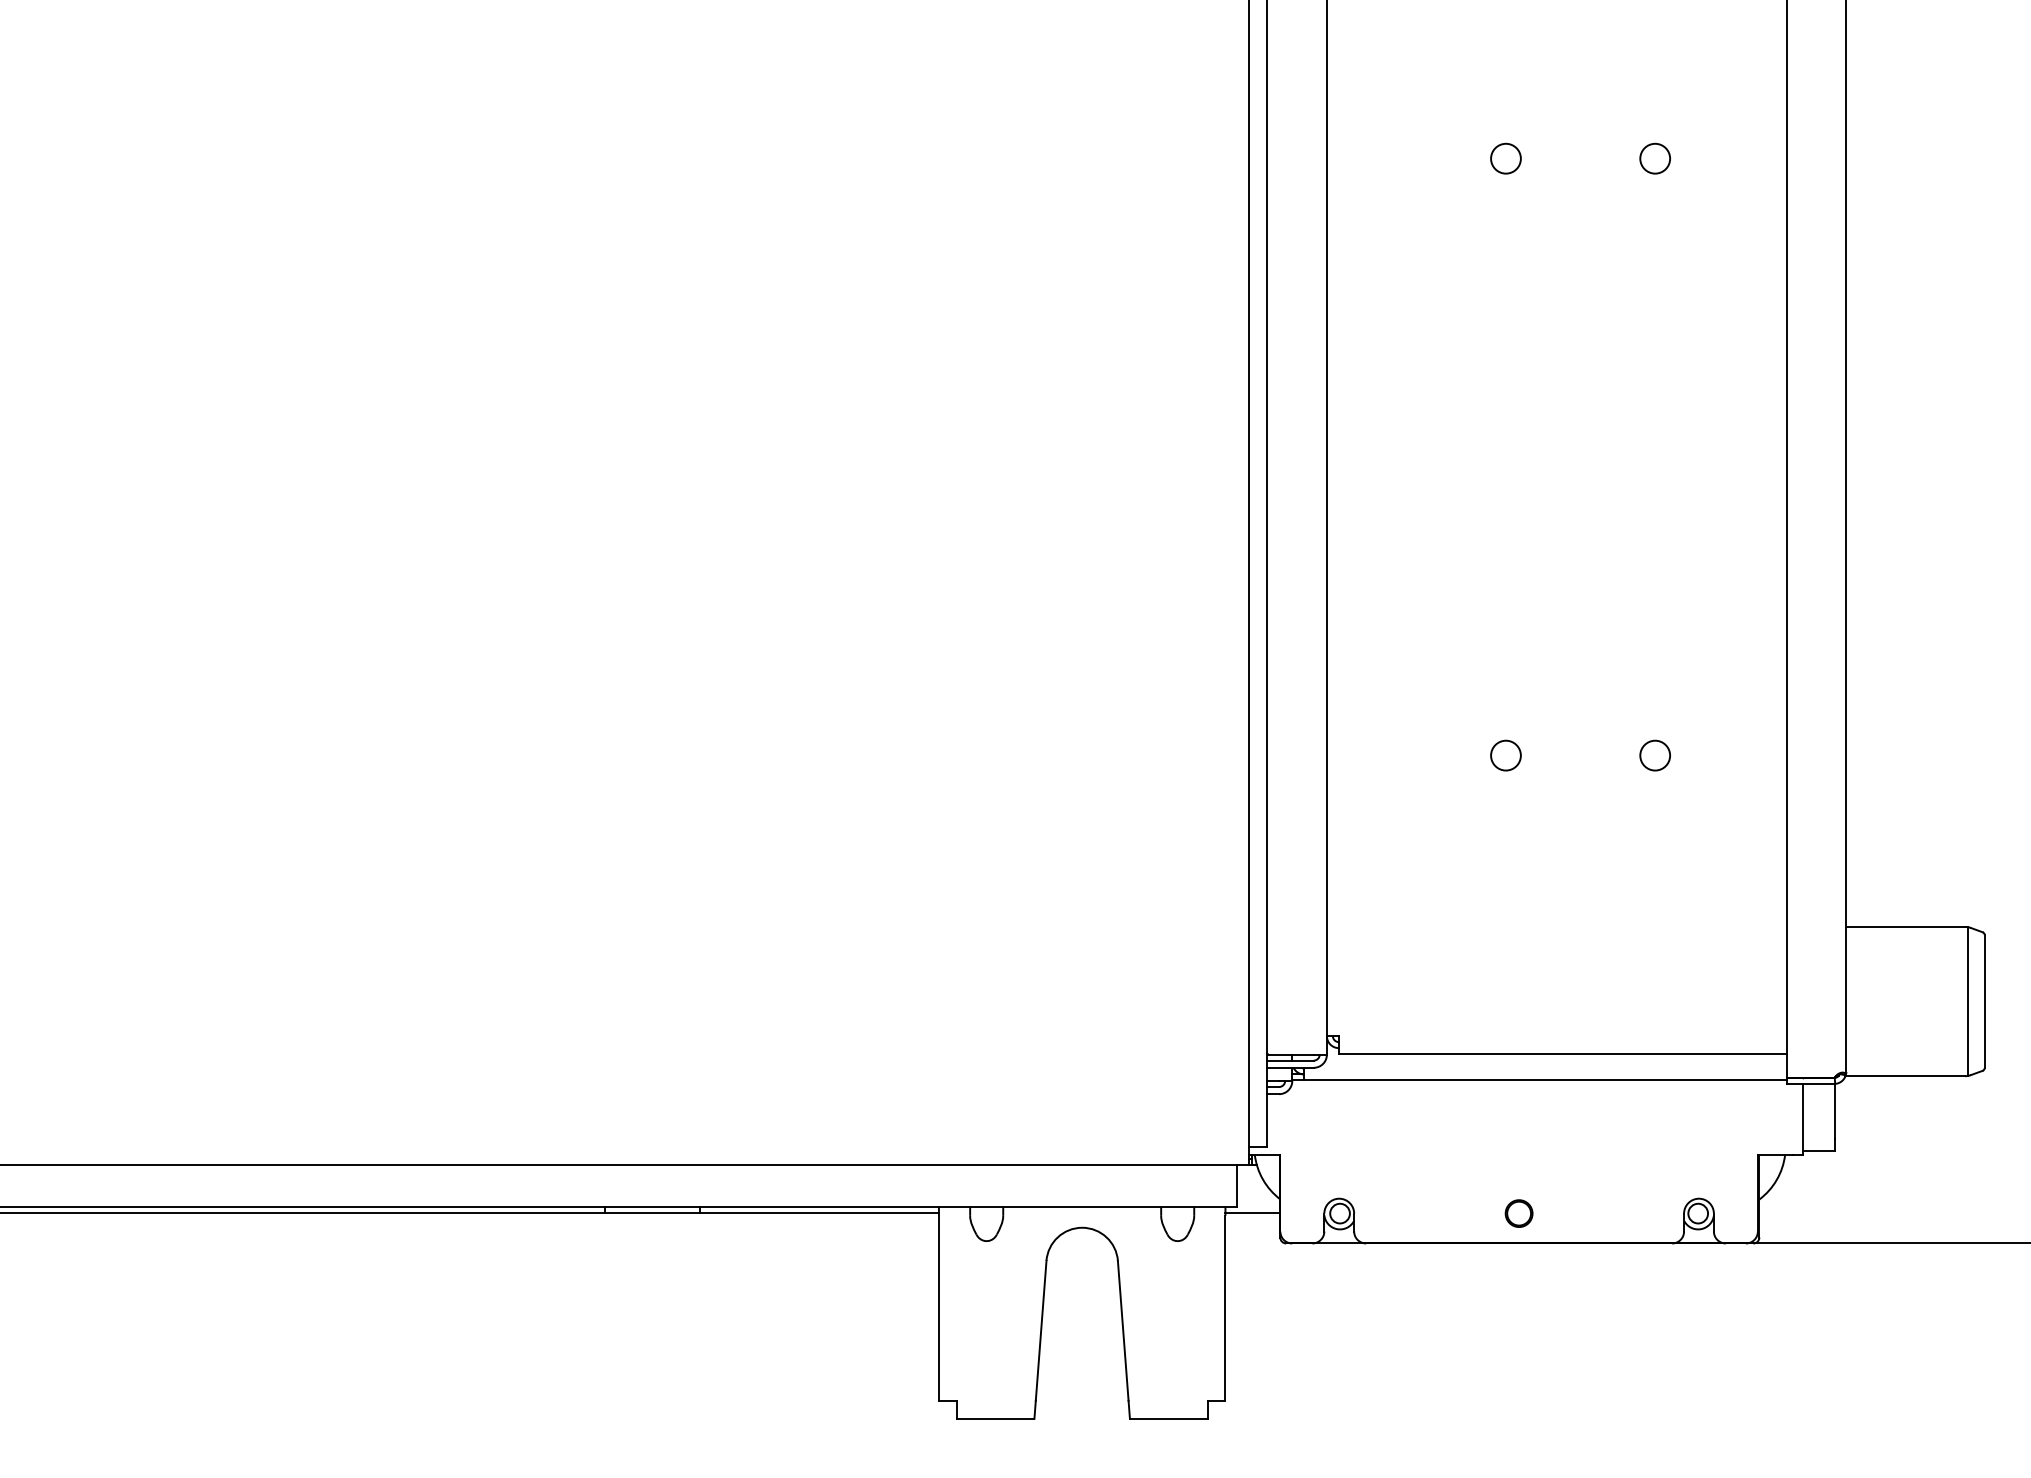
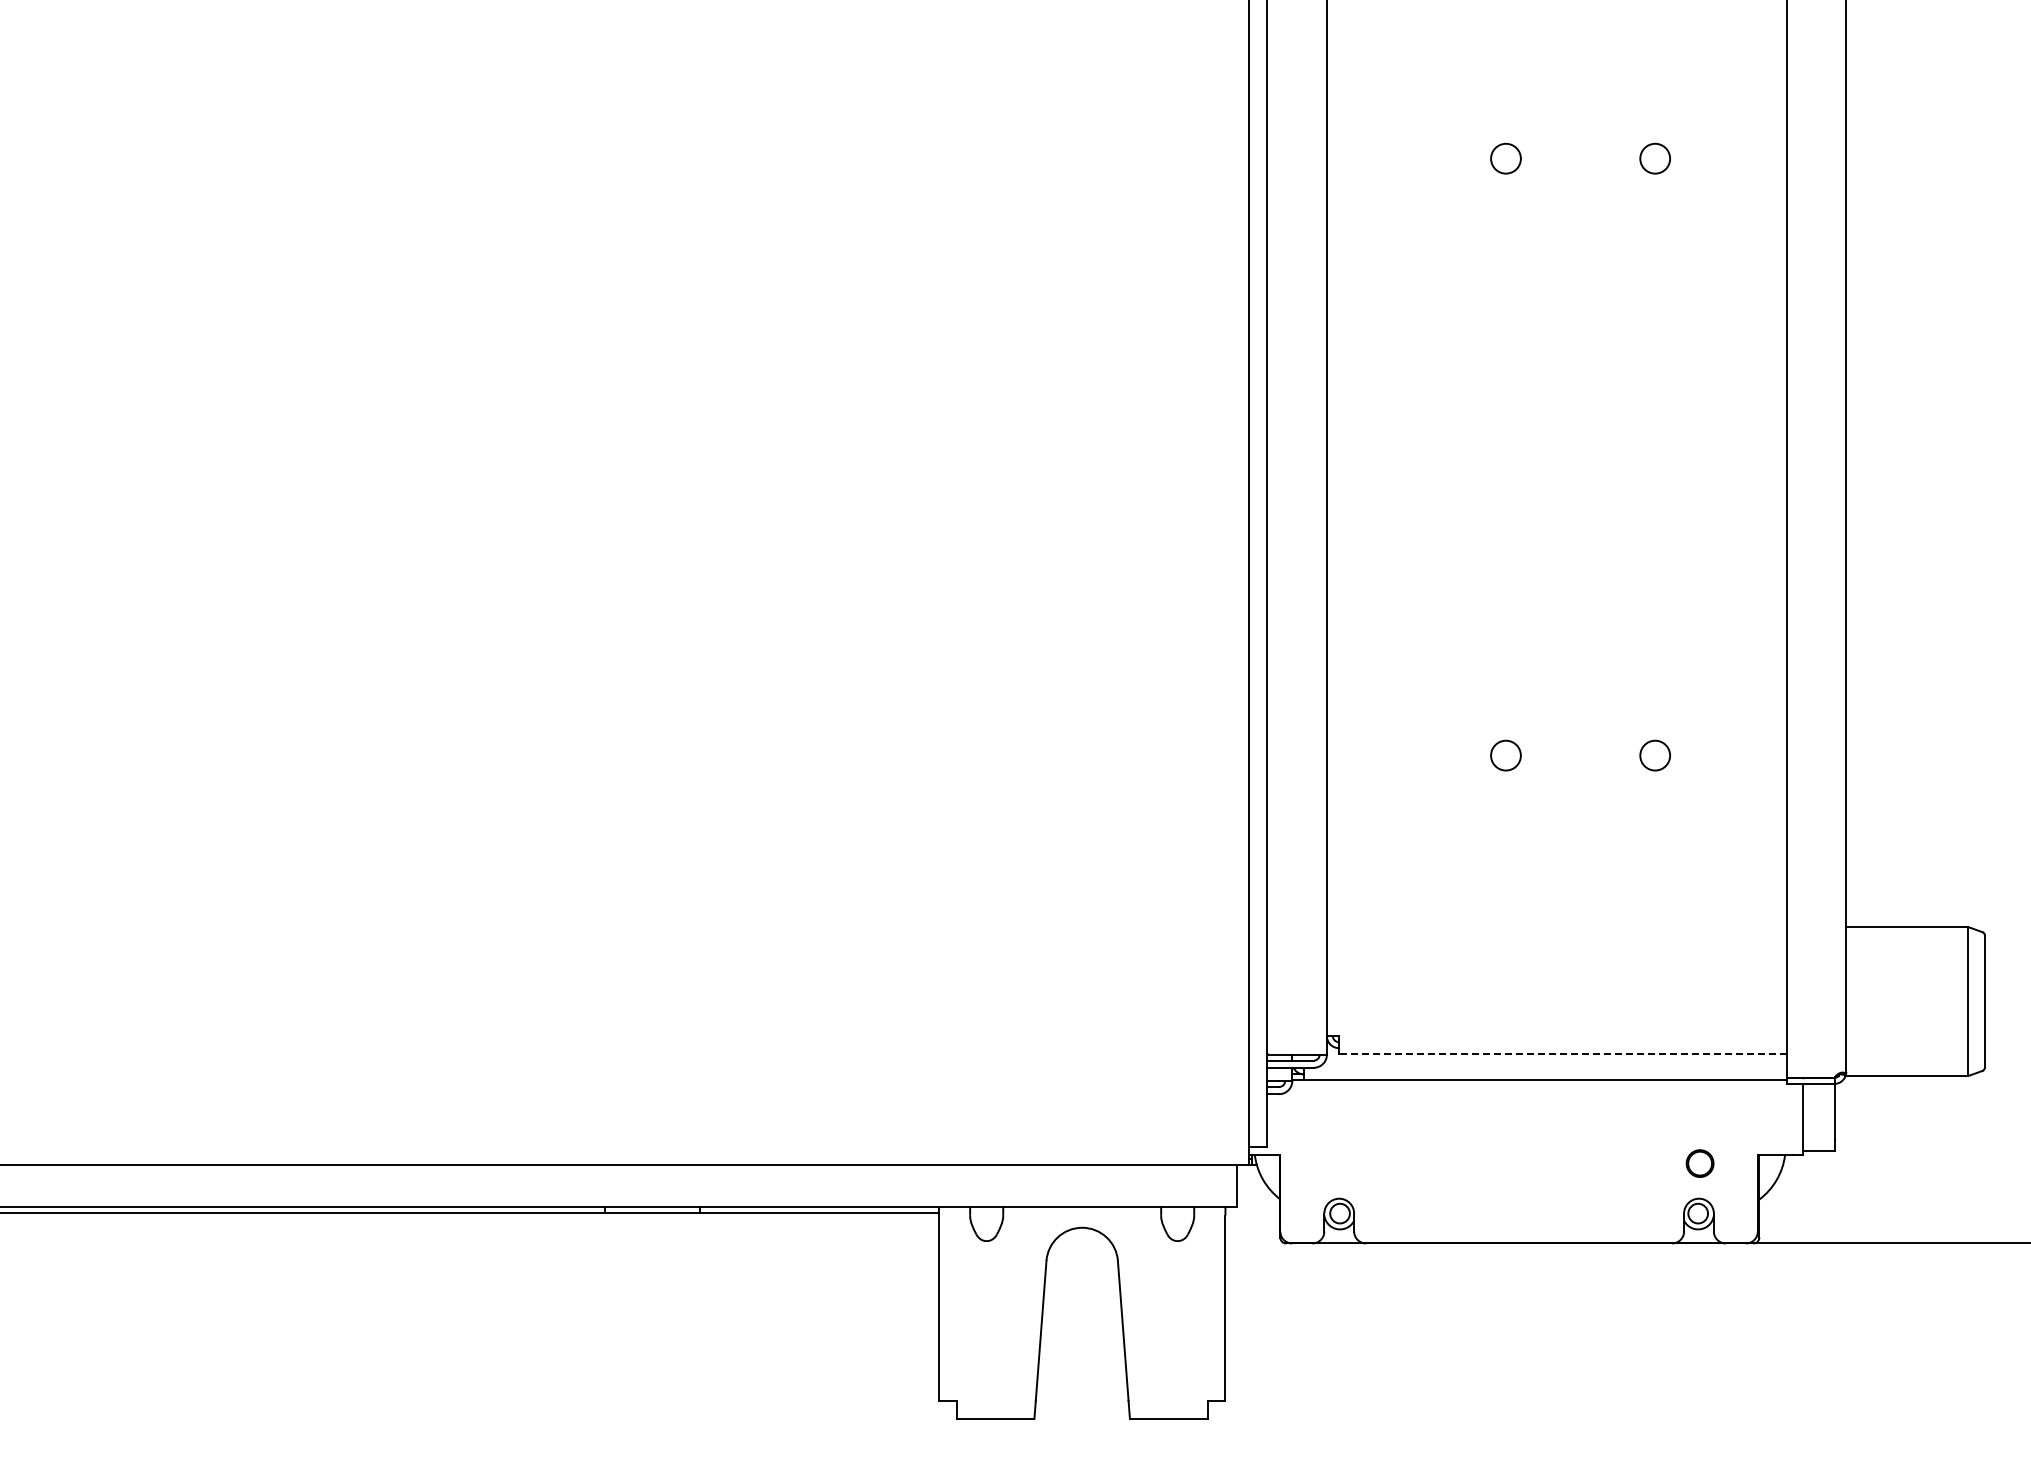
line at (1562, 1054): solid -> dashed
line at (1252, 1212): present -> none
part at (1518, 1213) position: (1518, 1213) -> (1699, 1163)
